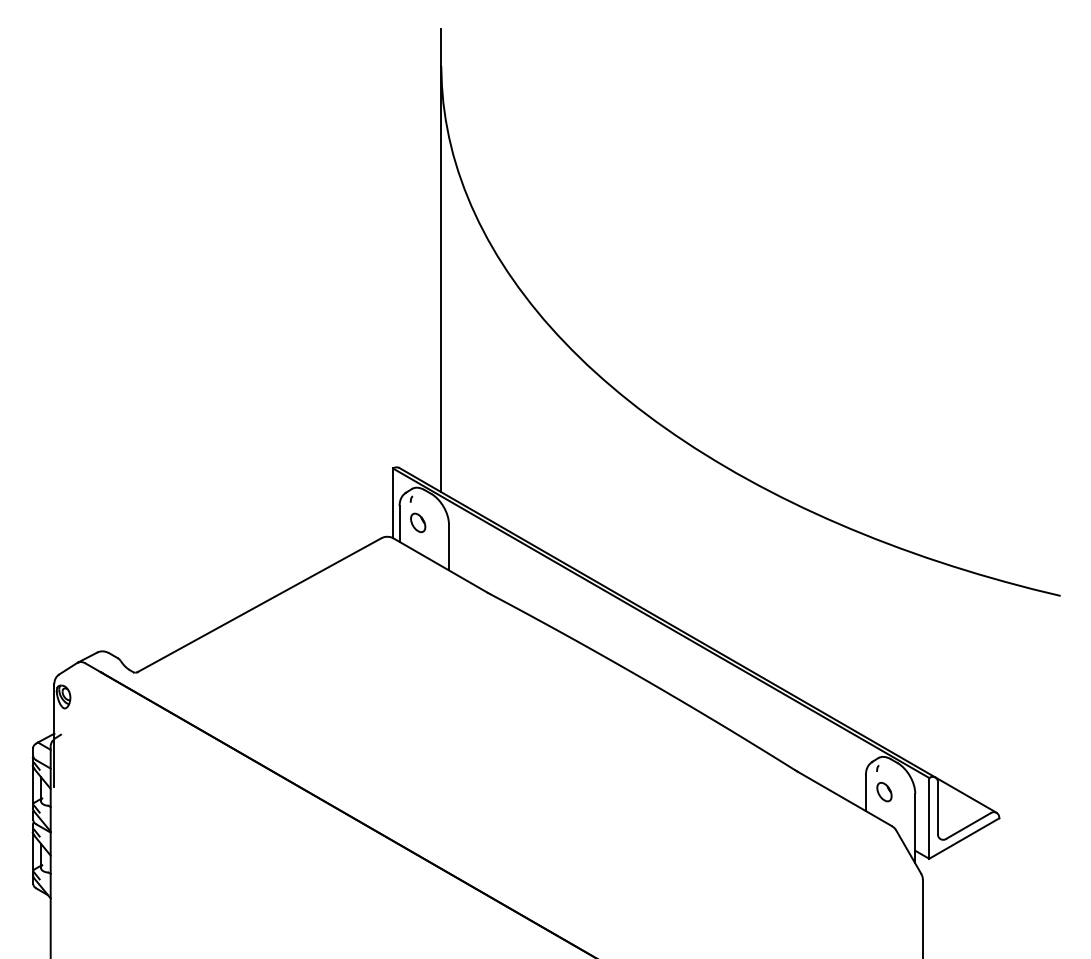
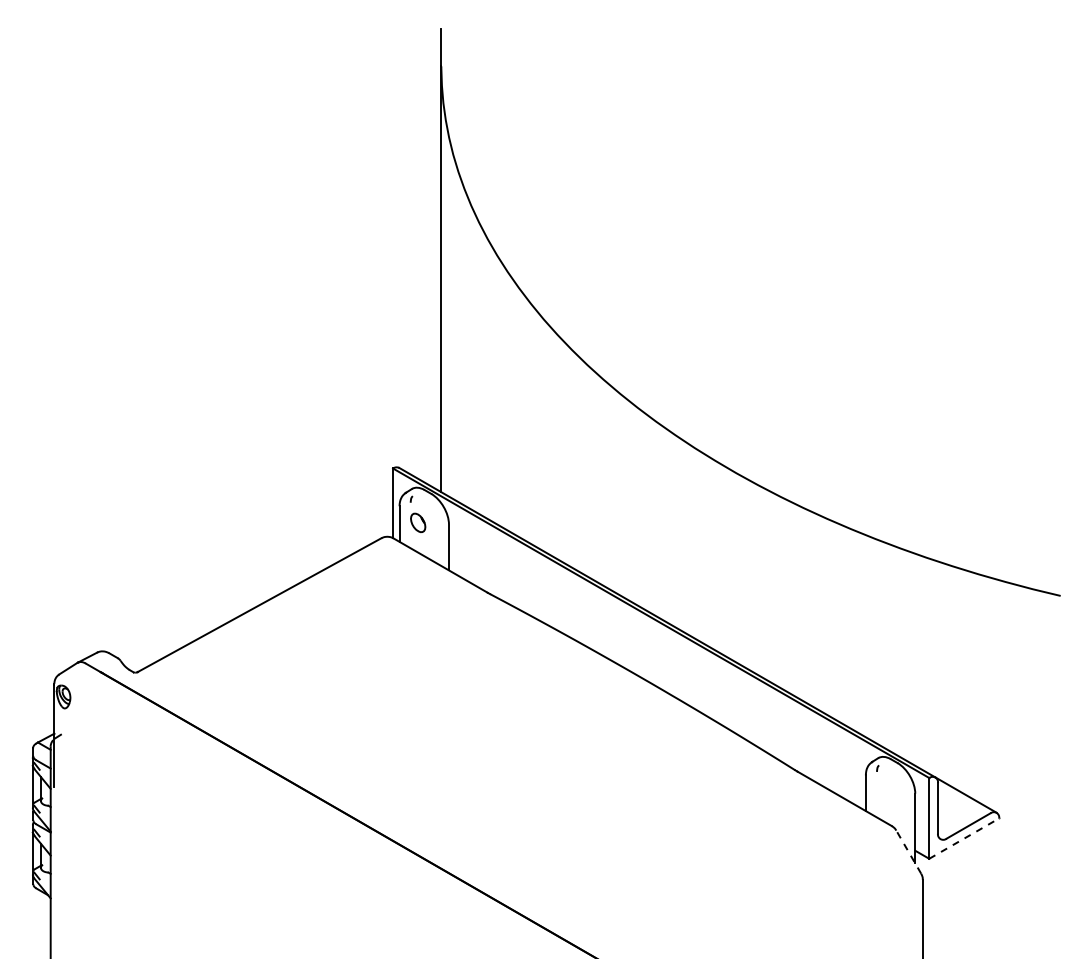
part at (884, 792): present -> none
line at (964, 838): solid -> dashed
line at (908, 852): solid -> dashed
